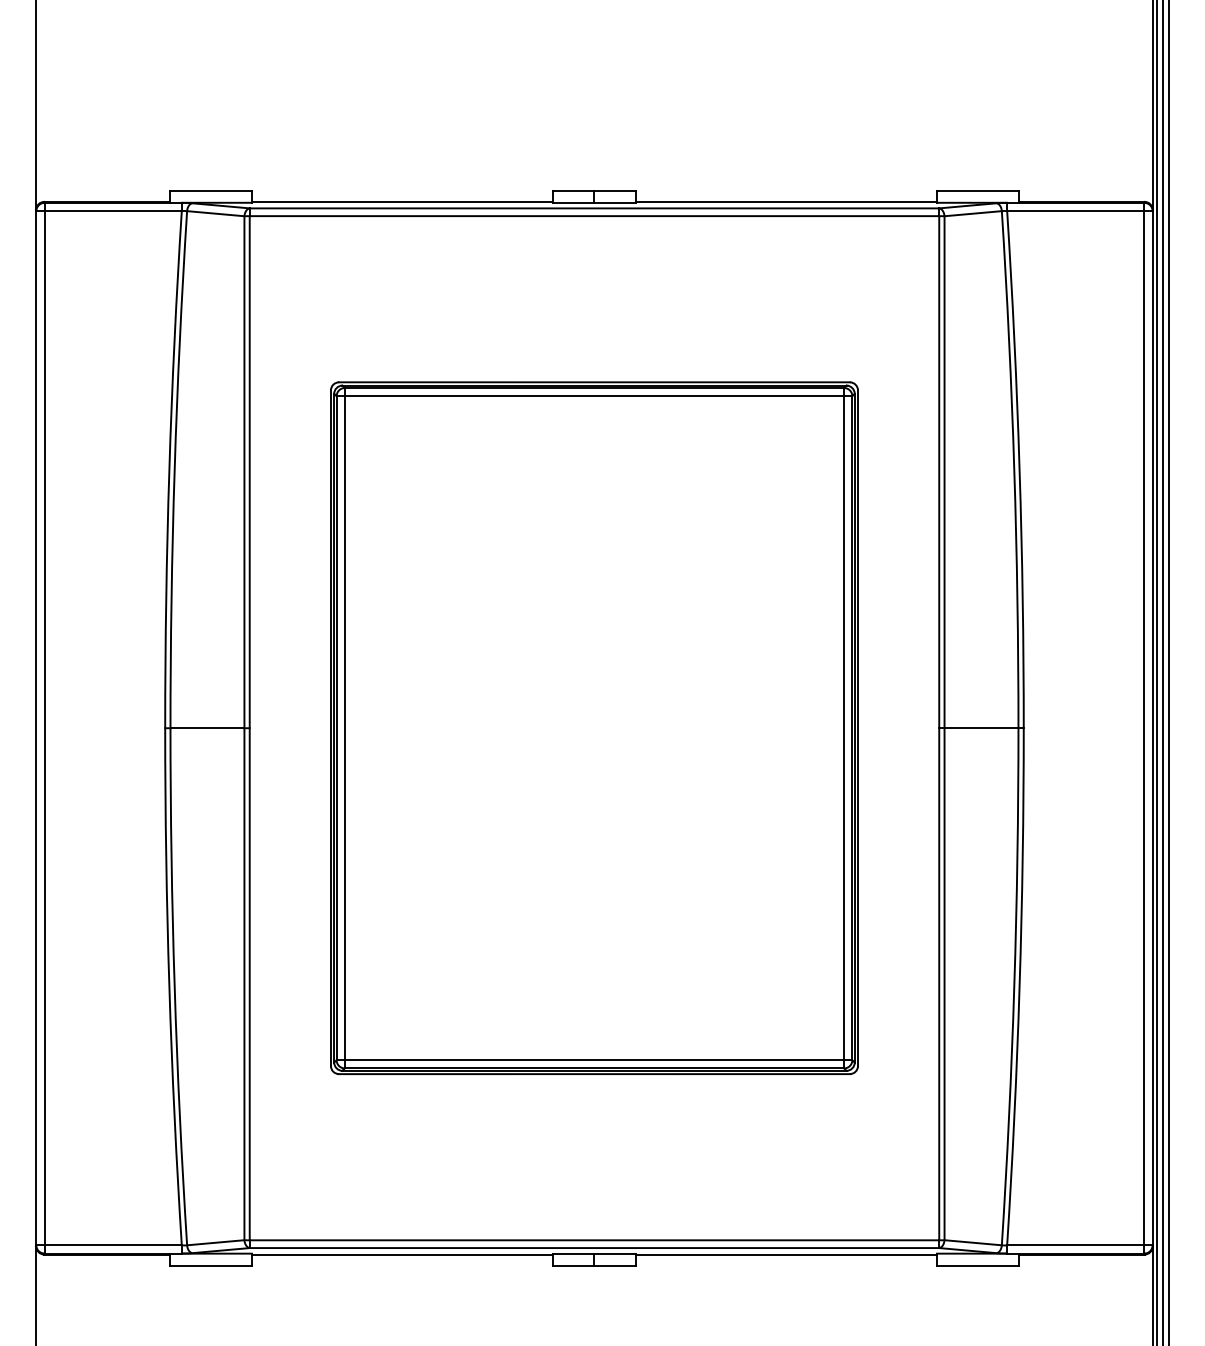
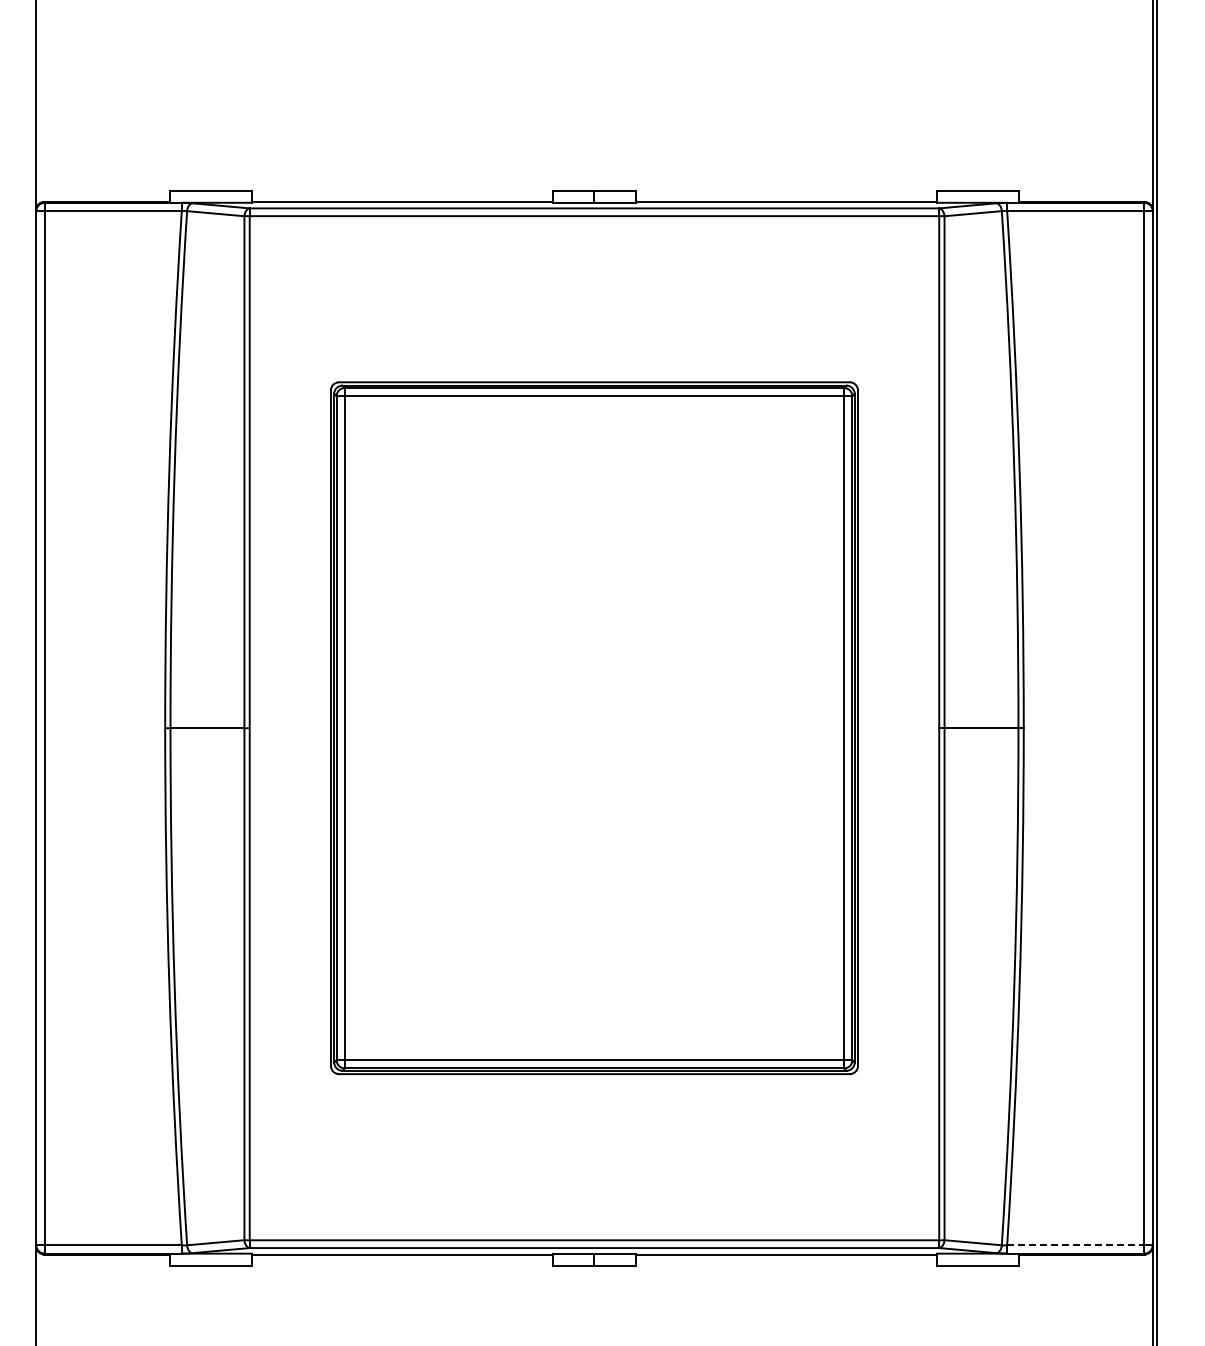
line at (1162, 672): present -> none
line at (1168, 672): present -> none
line at (1075, 1245): solid -> dashed
